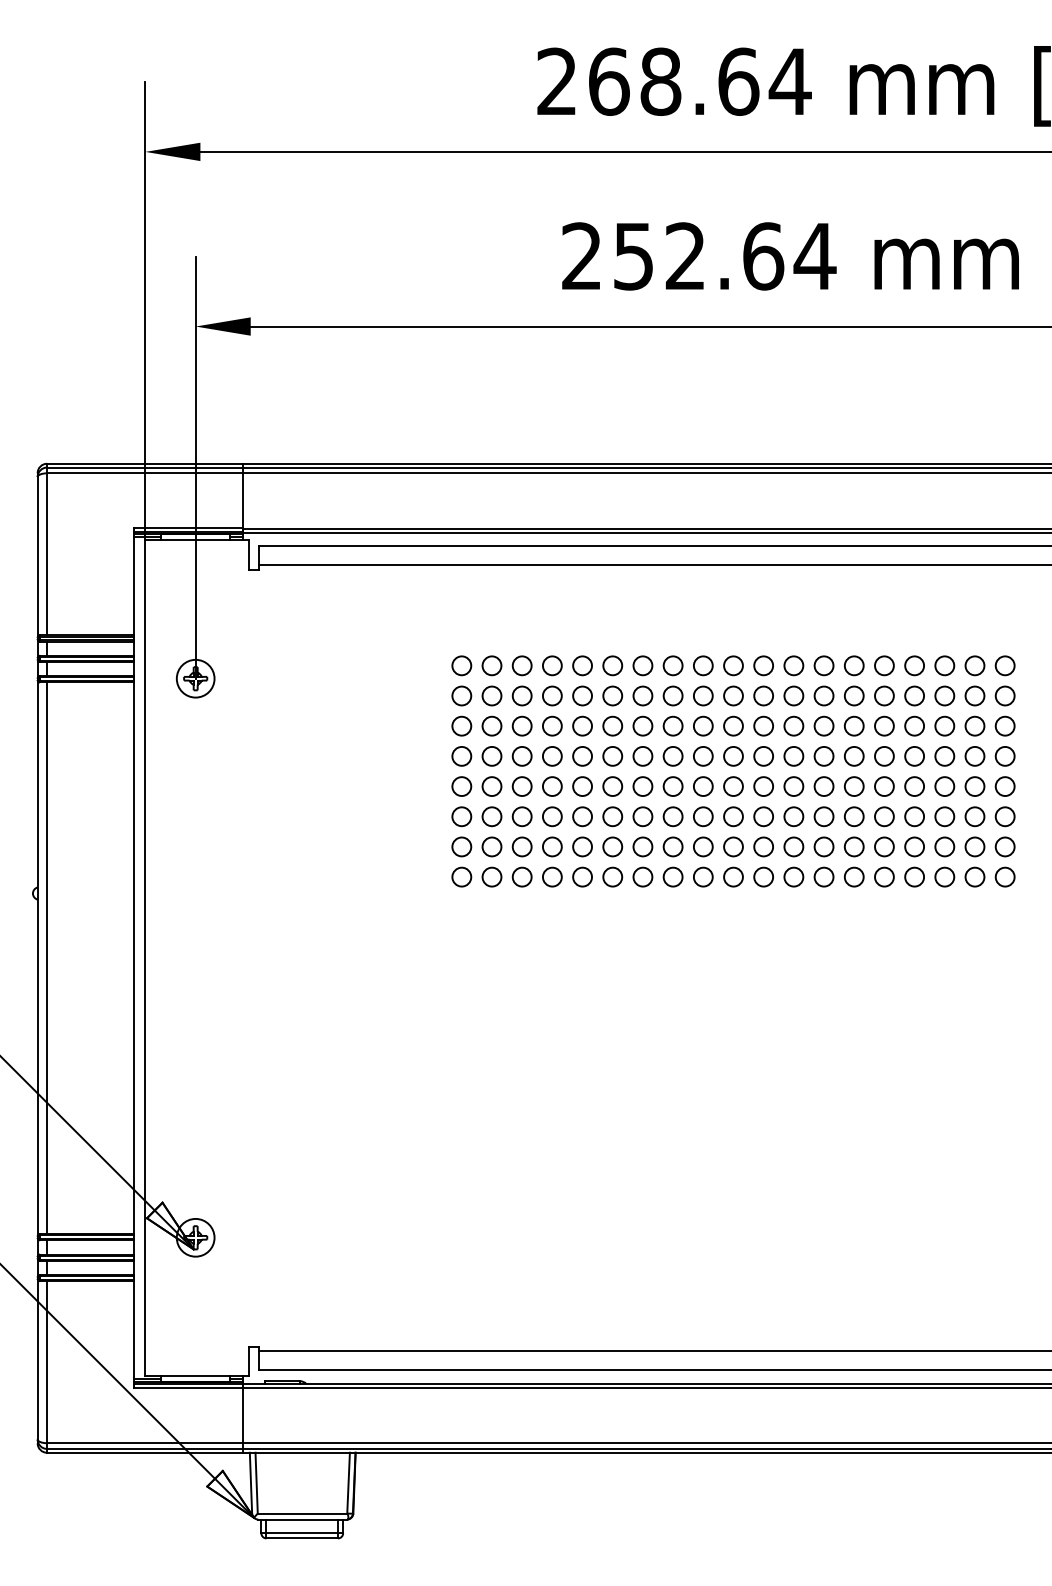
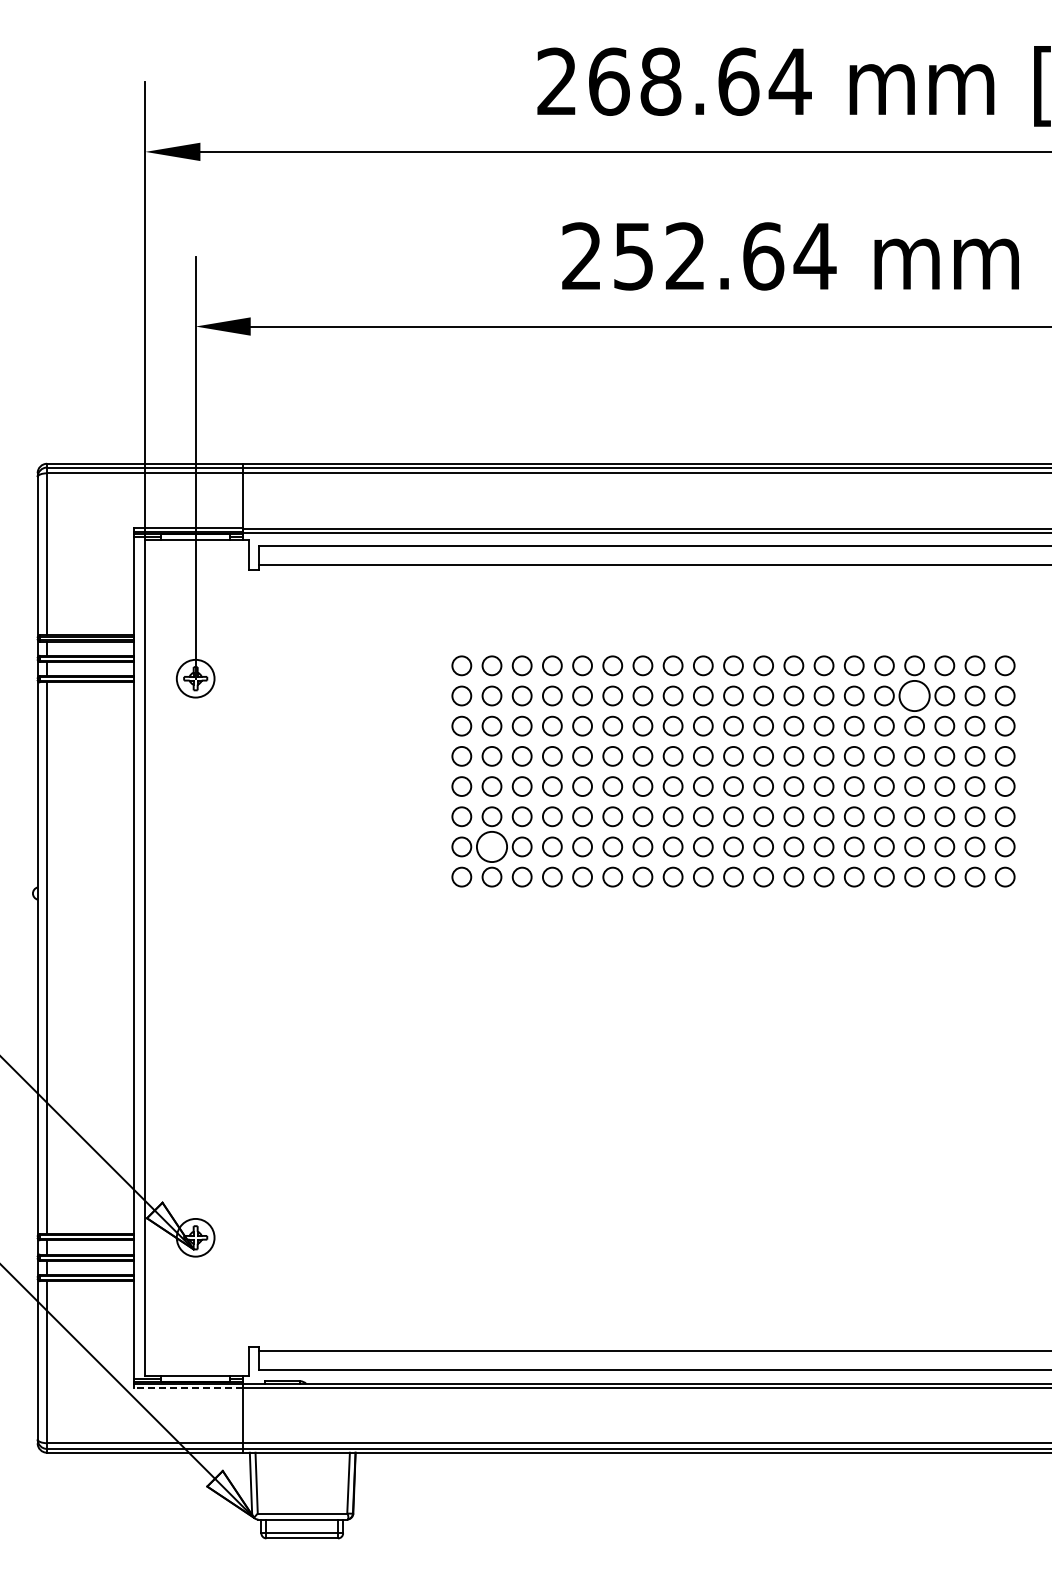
circle at (914, 695) diameter: 19 px -> 30 px
circle at (491, 846) diameter: 19 px -> 30 px
line at (188, 1388): solid -> dashed
